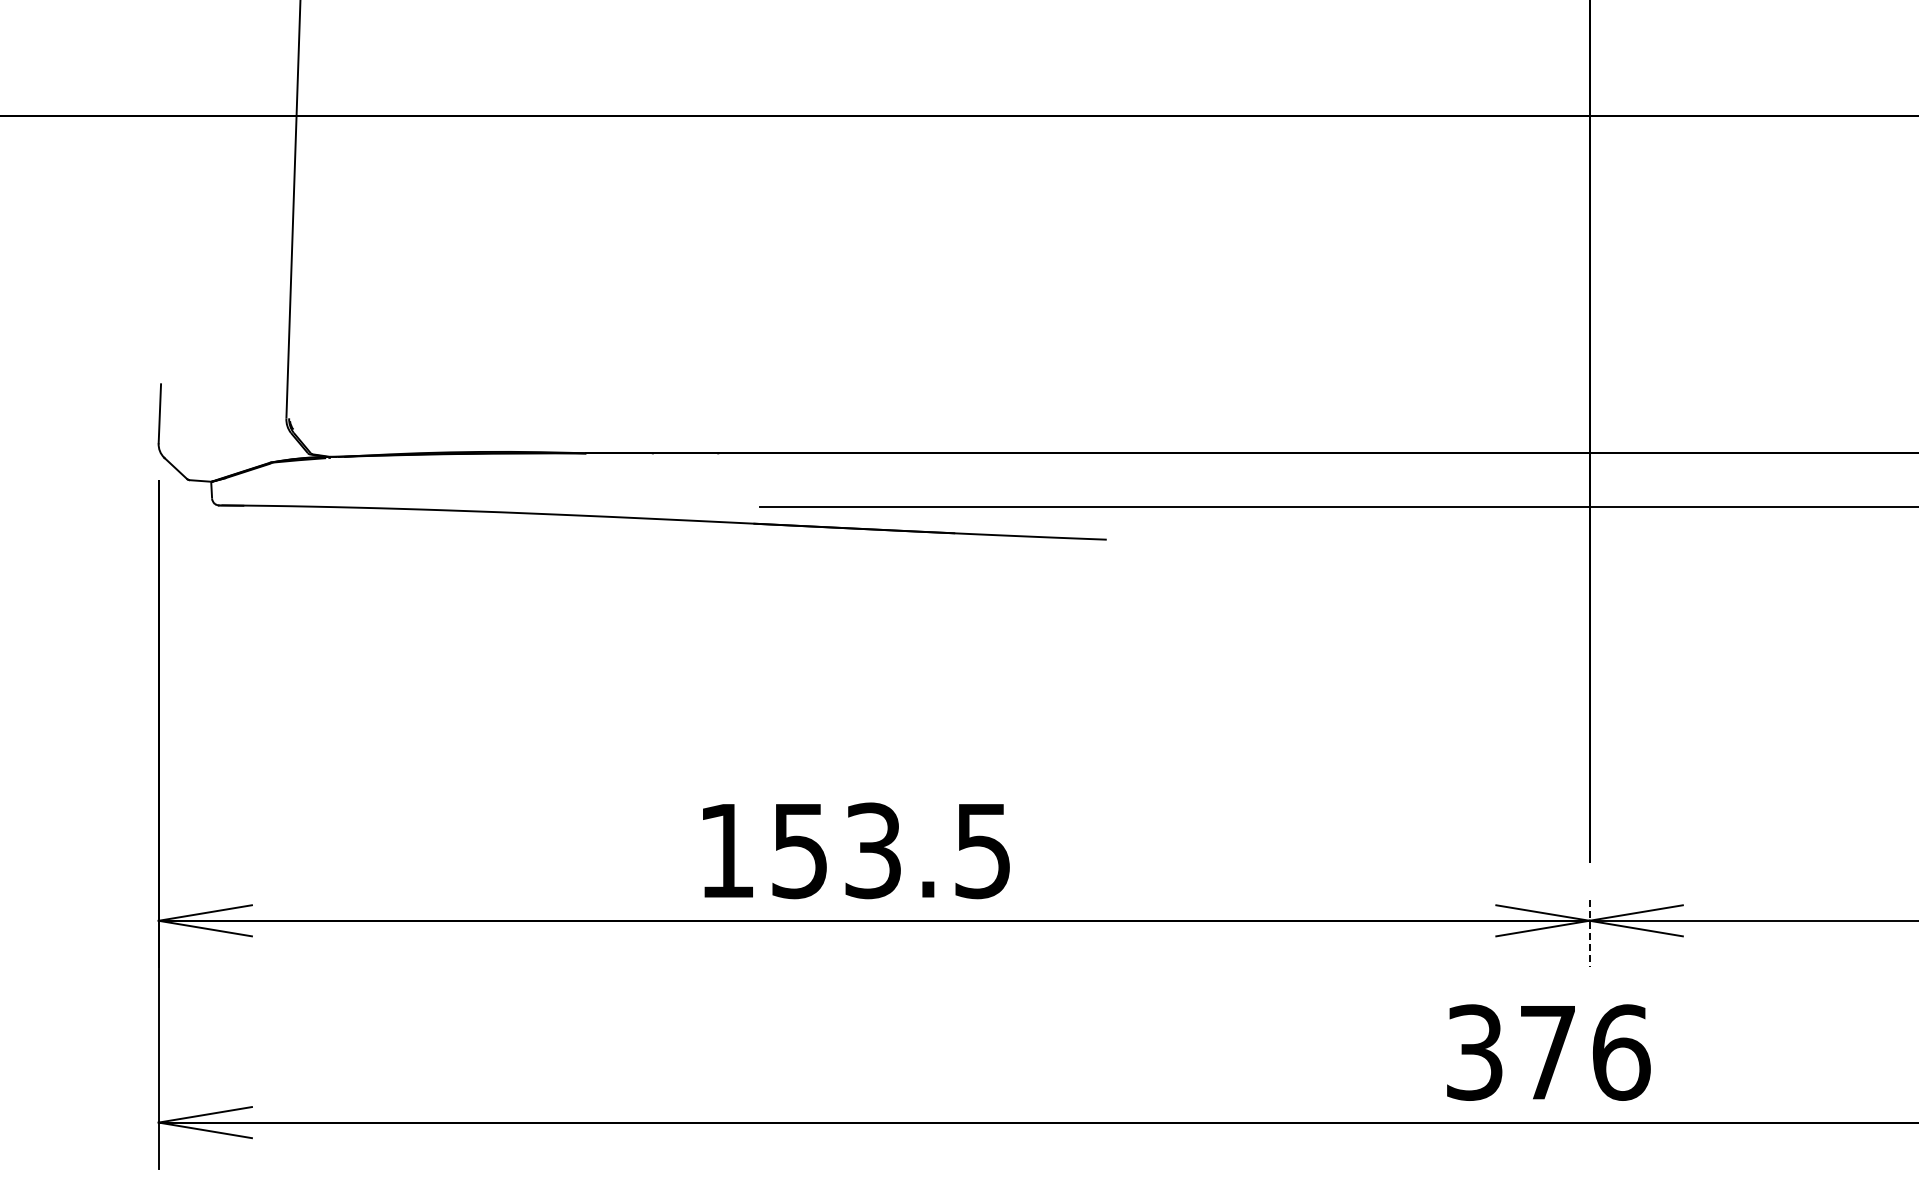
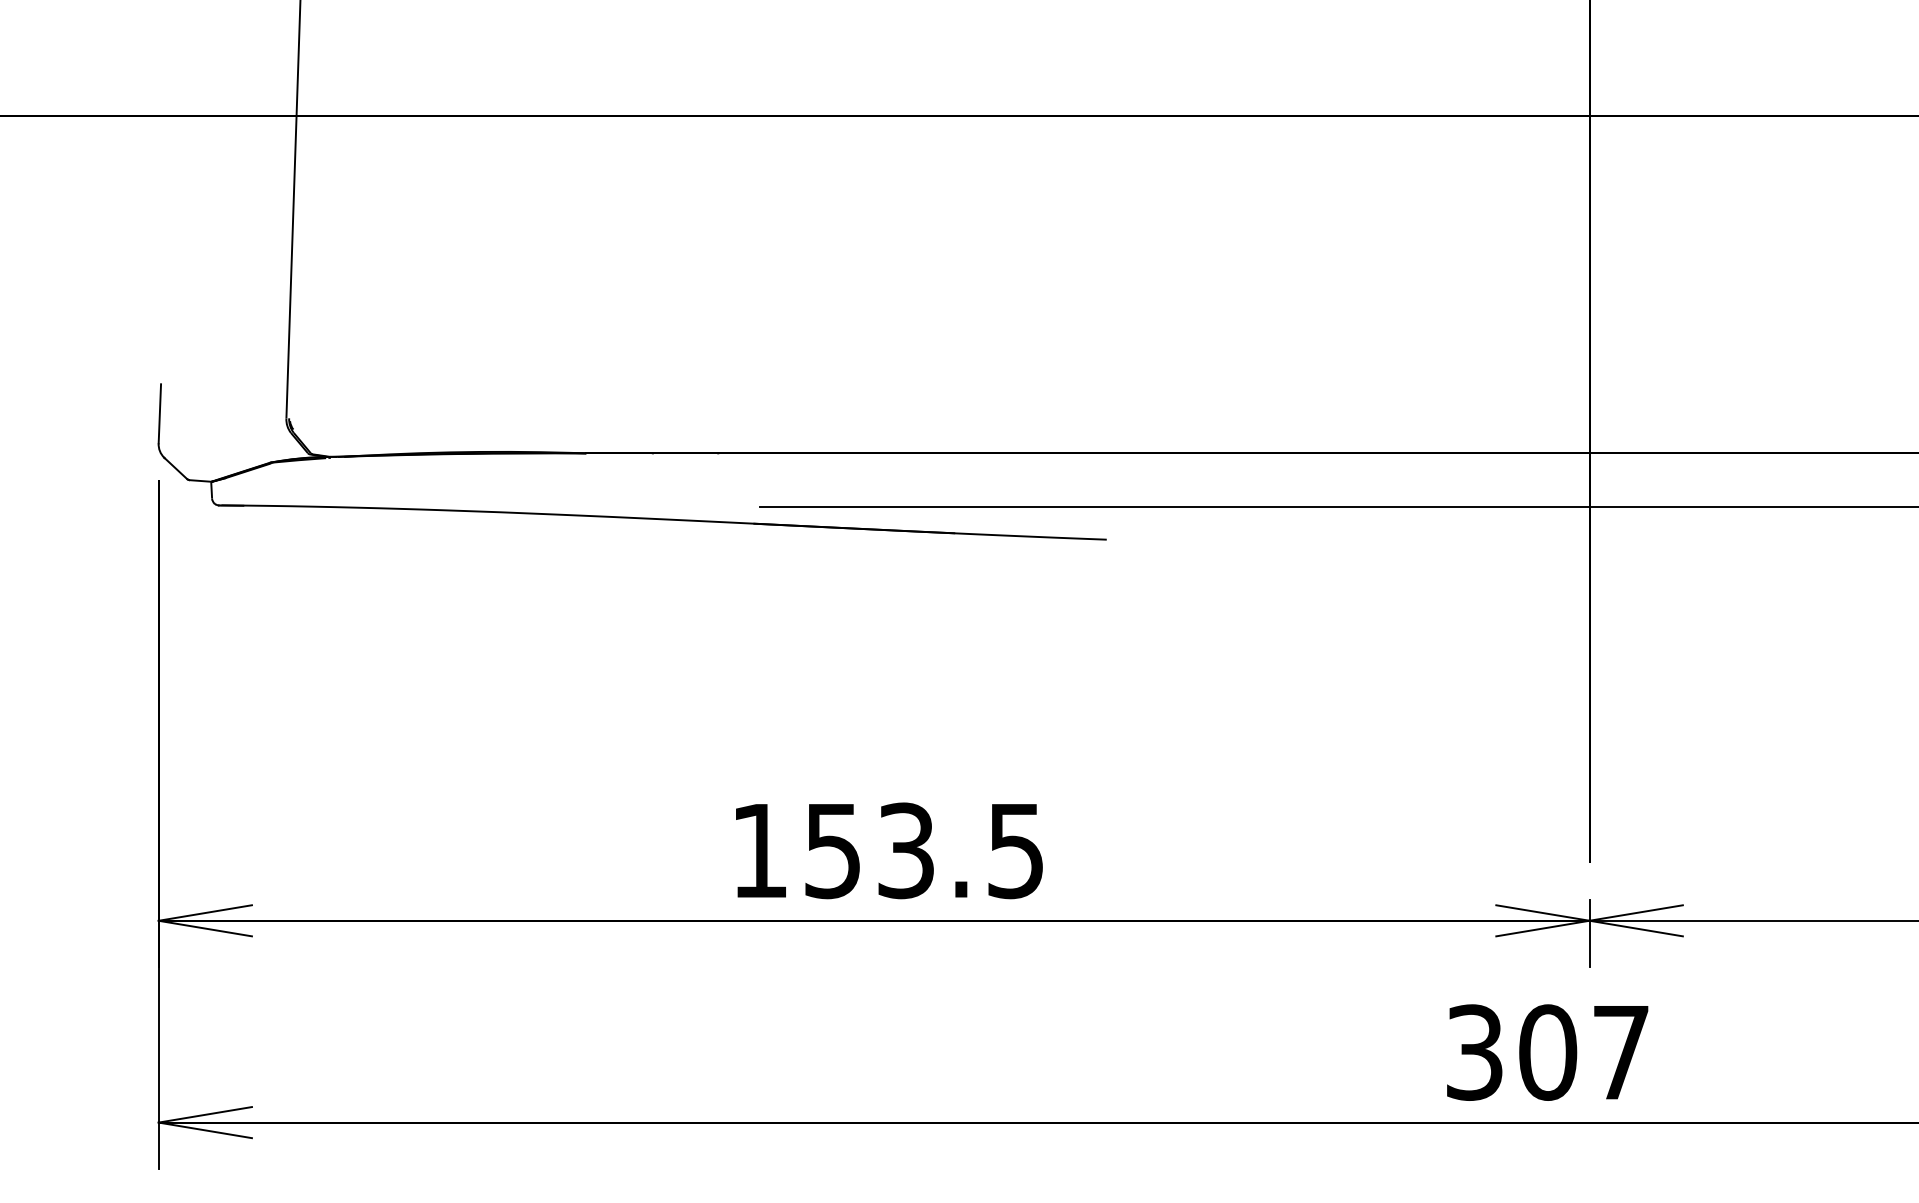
text at (856, 850) position: (856, 850) -> (889, 850)
line at (1589, 933): dashed -> solid
text at (1584, 1052): 376 -> 307
